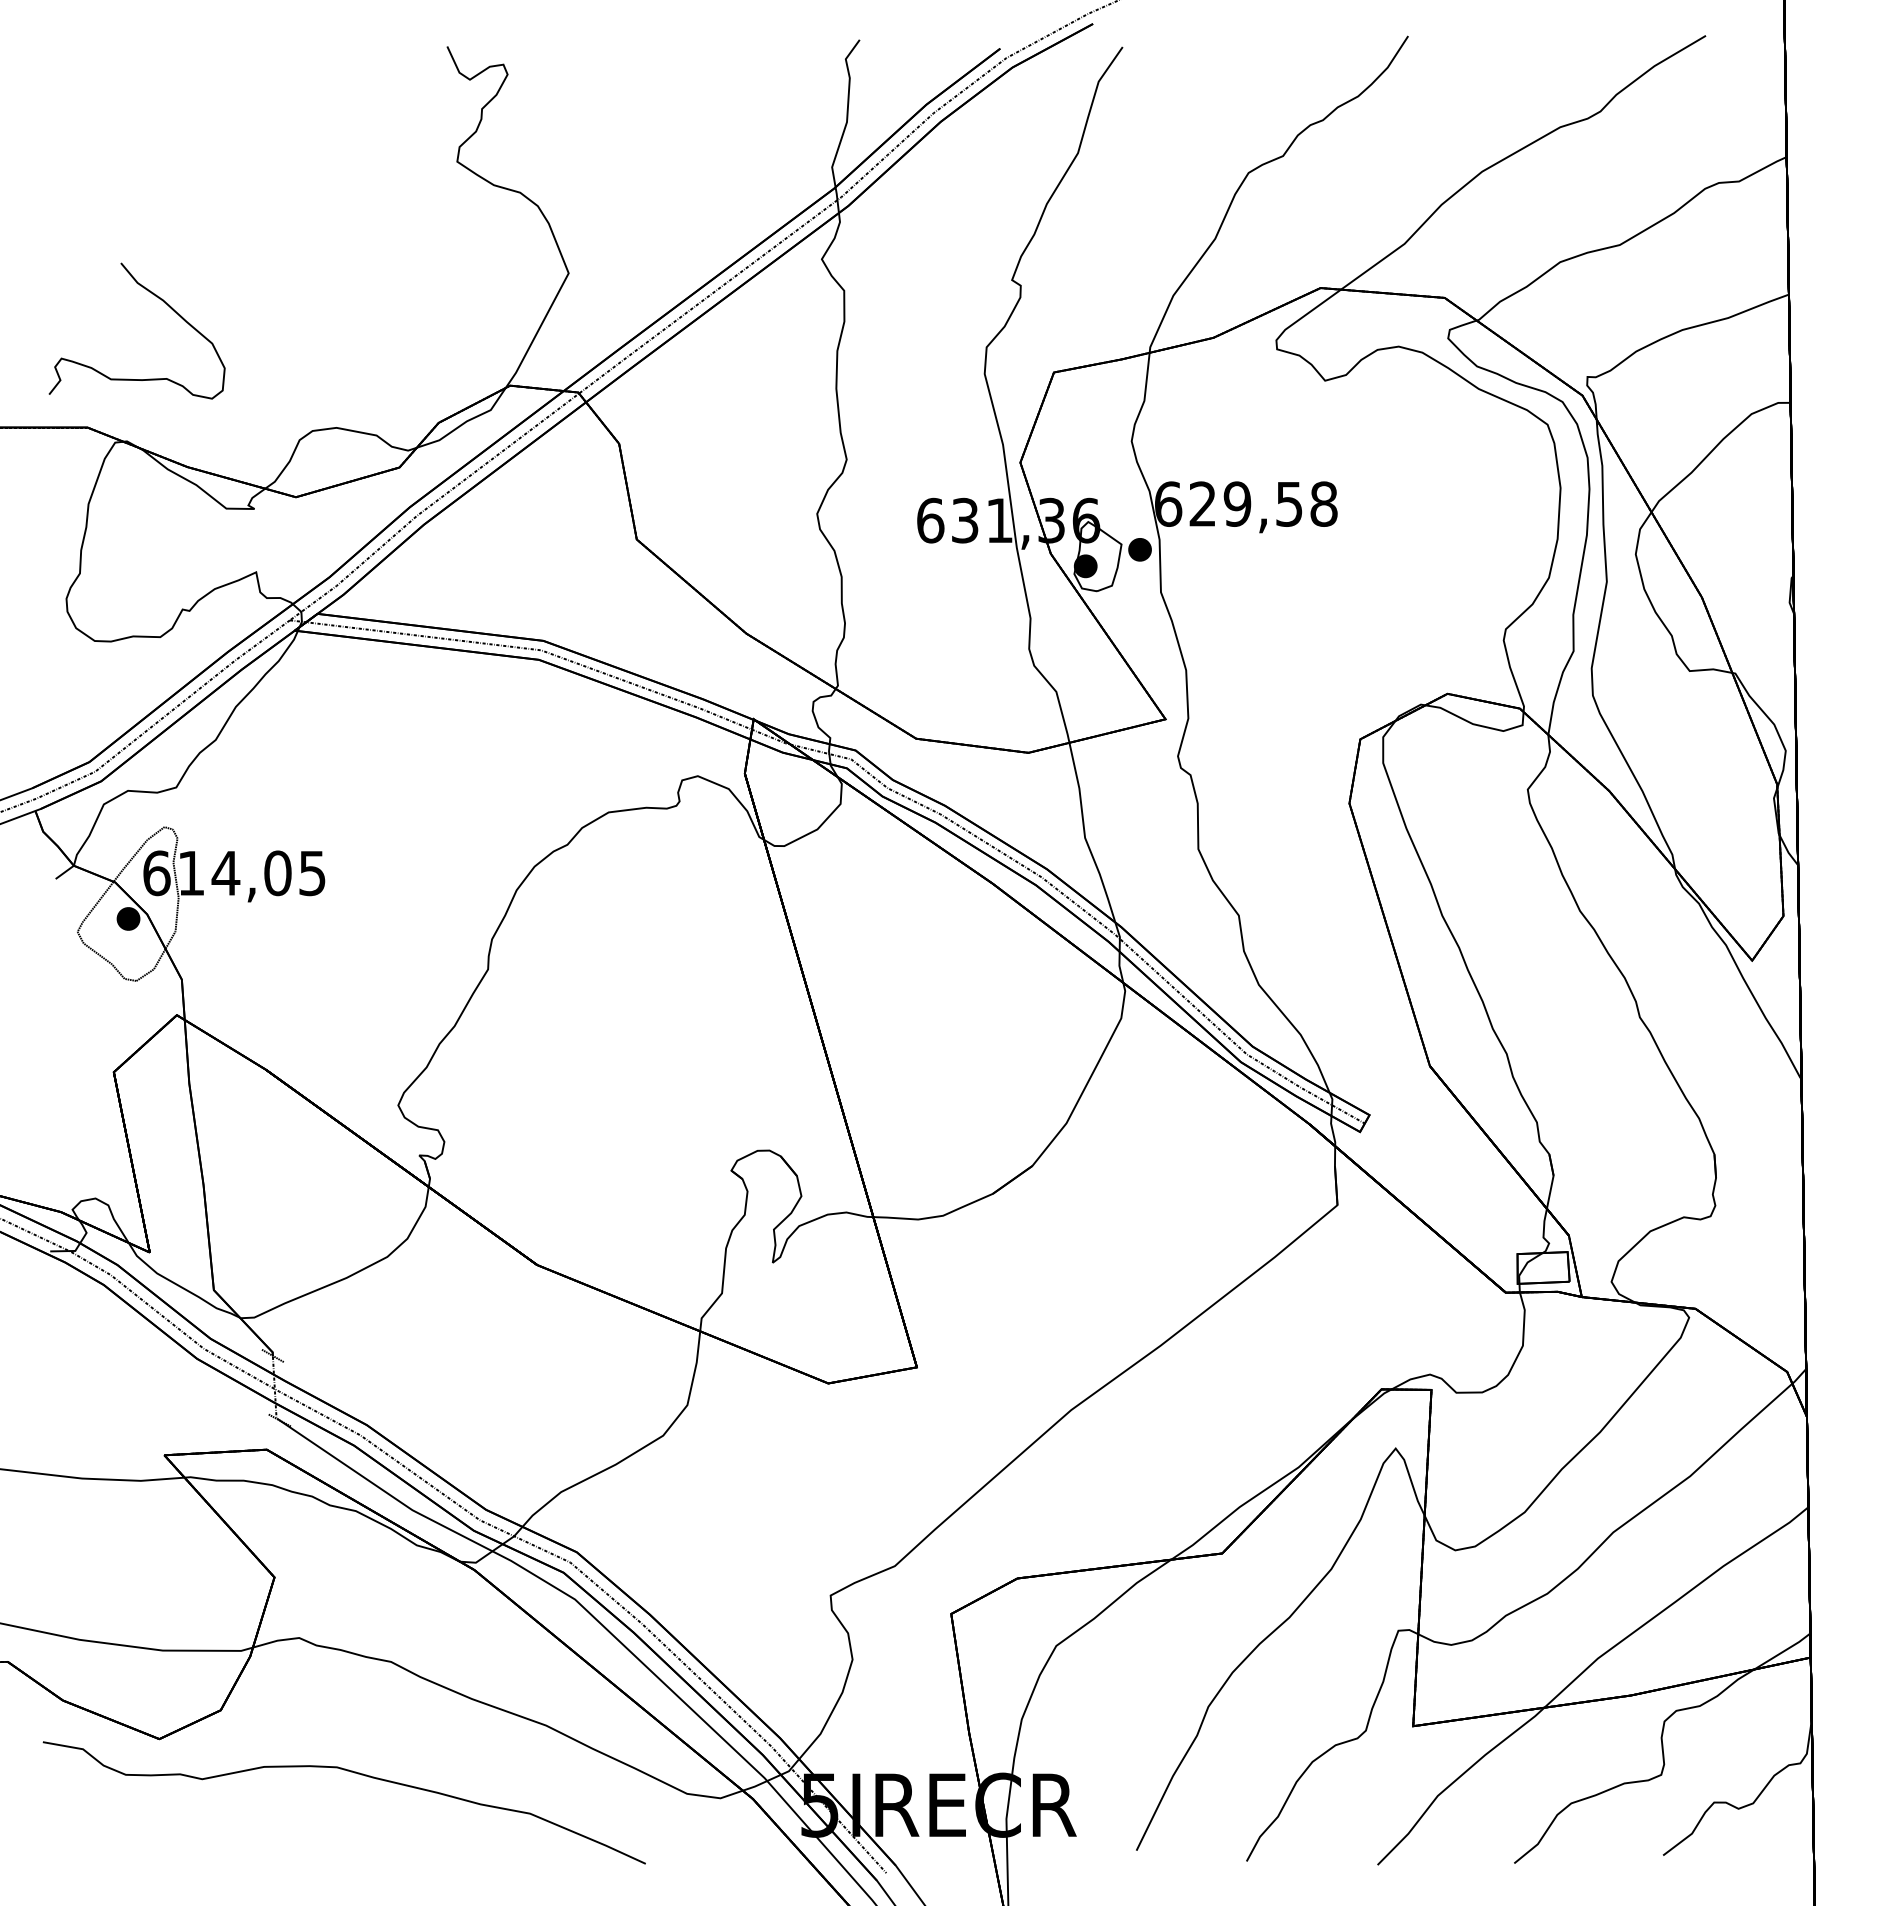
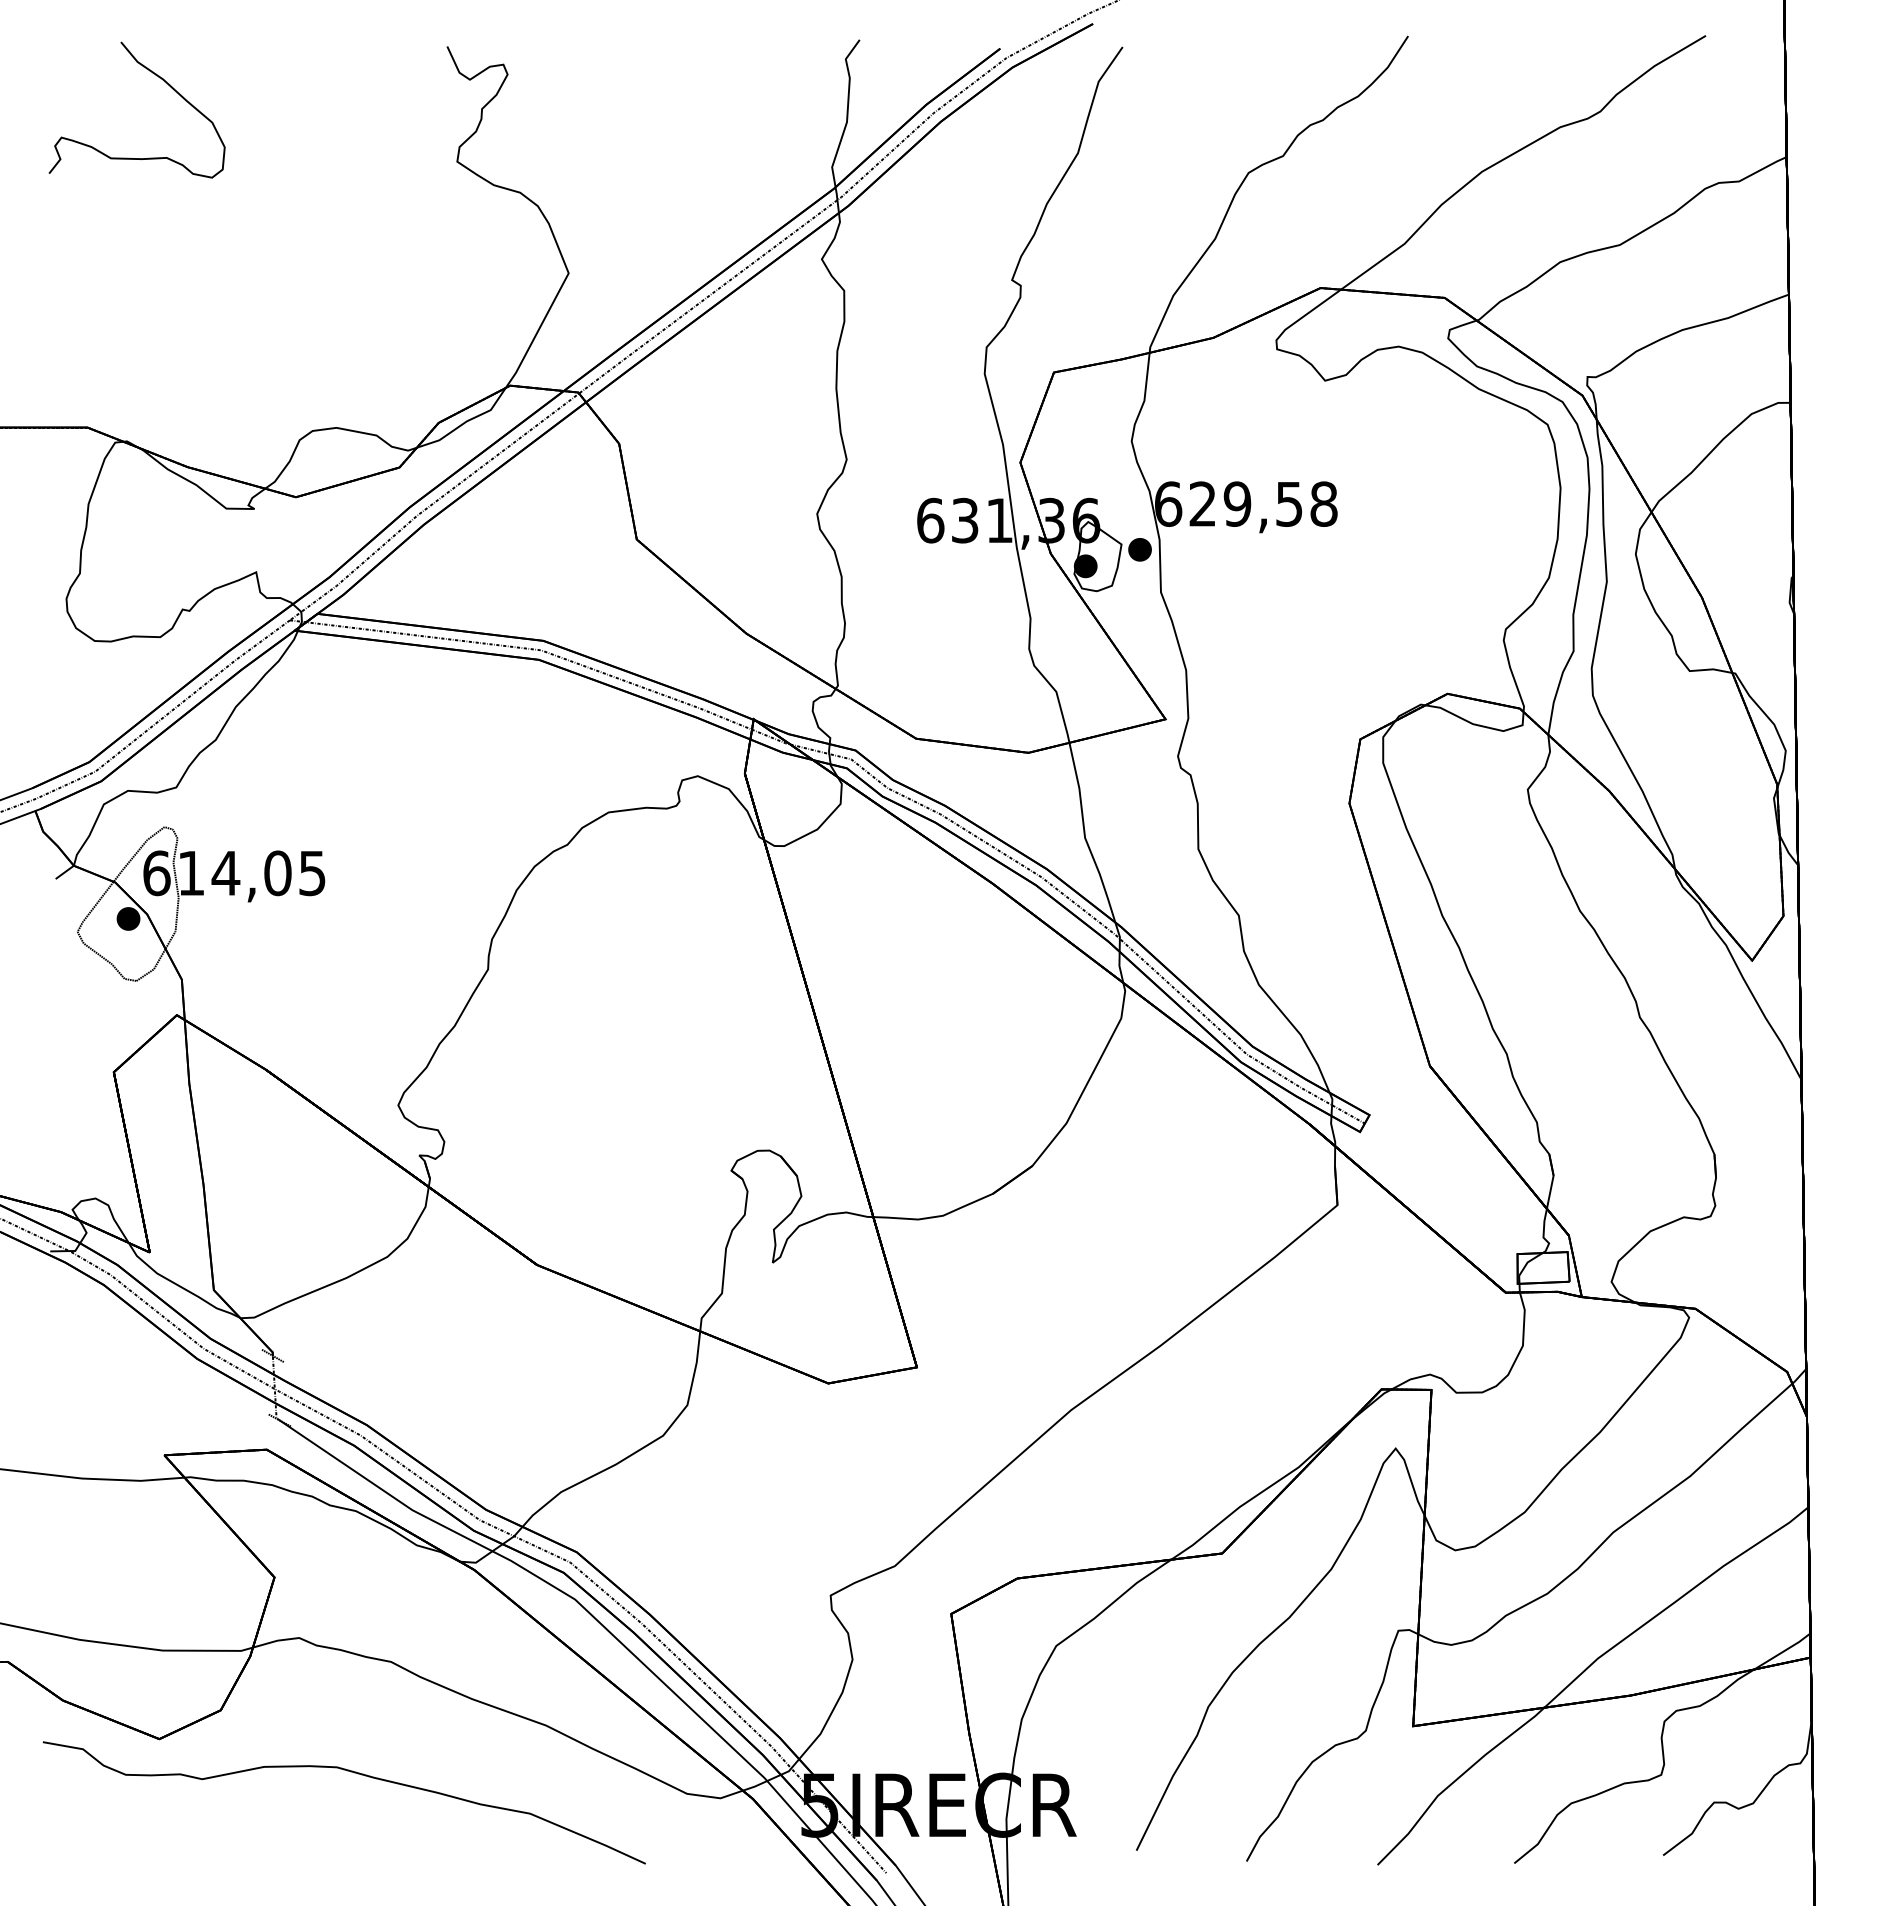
curve at (156, 297) position: (156, 297) -> (156, 76)
